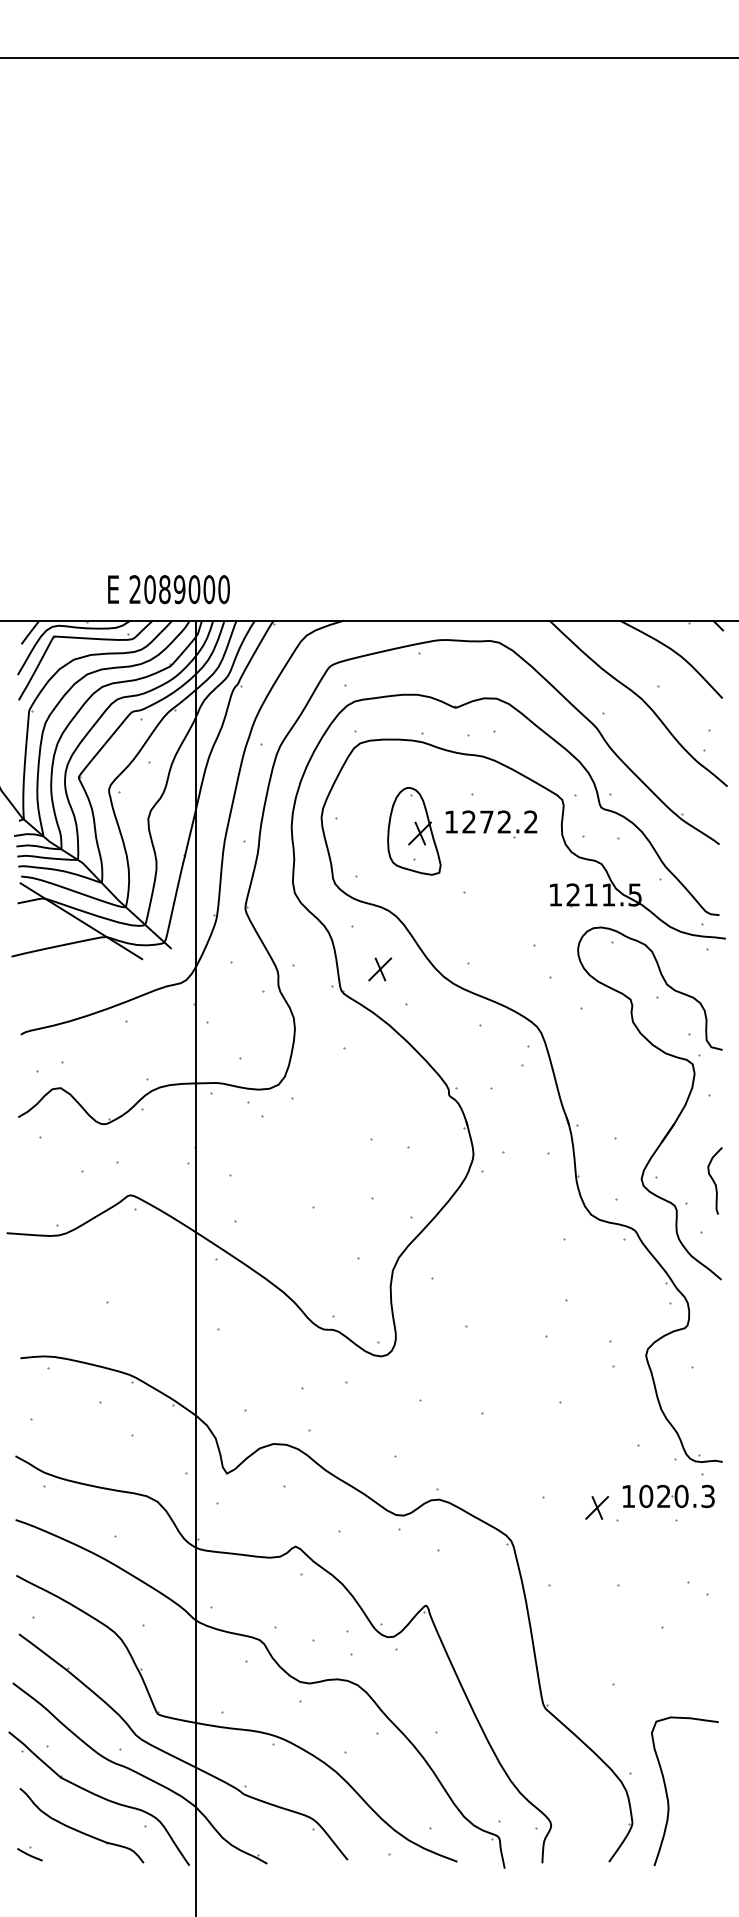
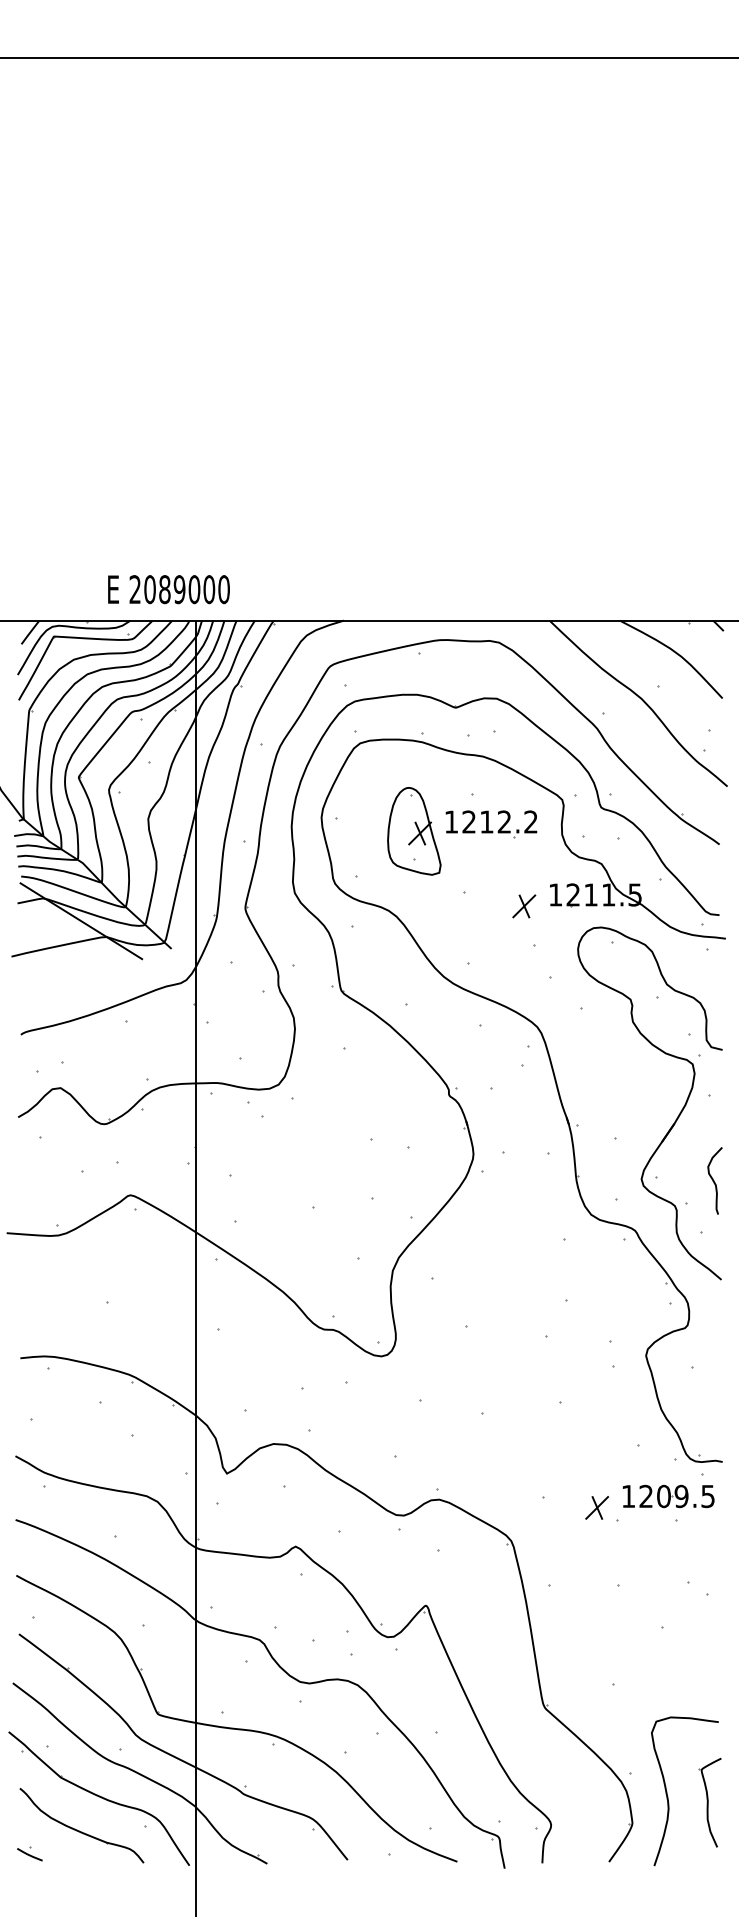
text at (486, 821): 1272.2 -> 1212.2
part at (380, 969) position: (380, 969) -> (524, 906)
text at (676, 1496): 1020.3 -> 1209.5
part at (709, 1802): none -> present
